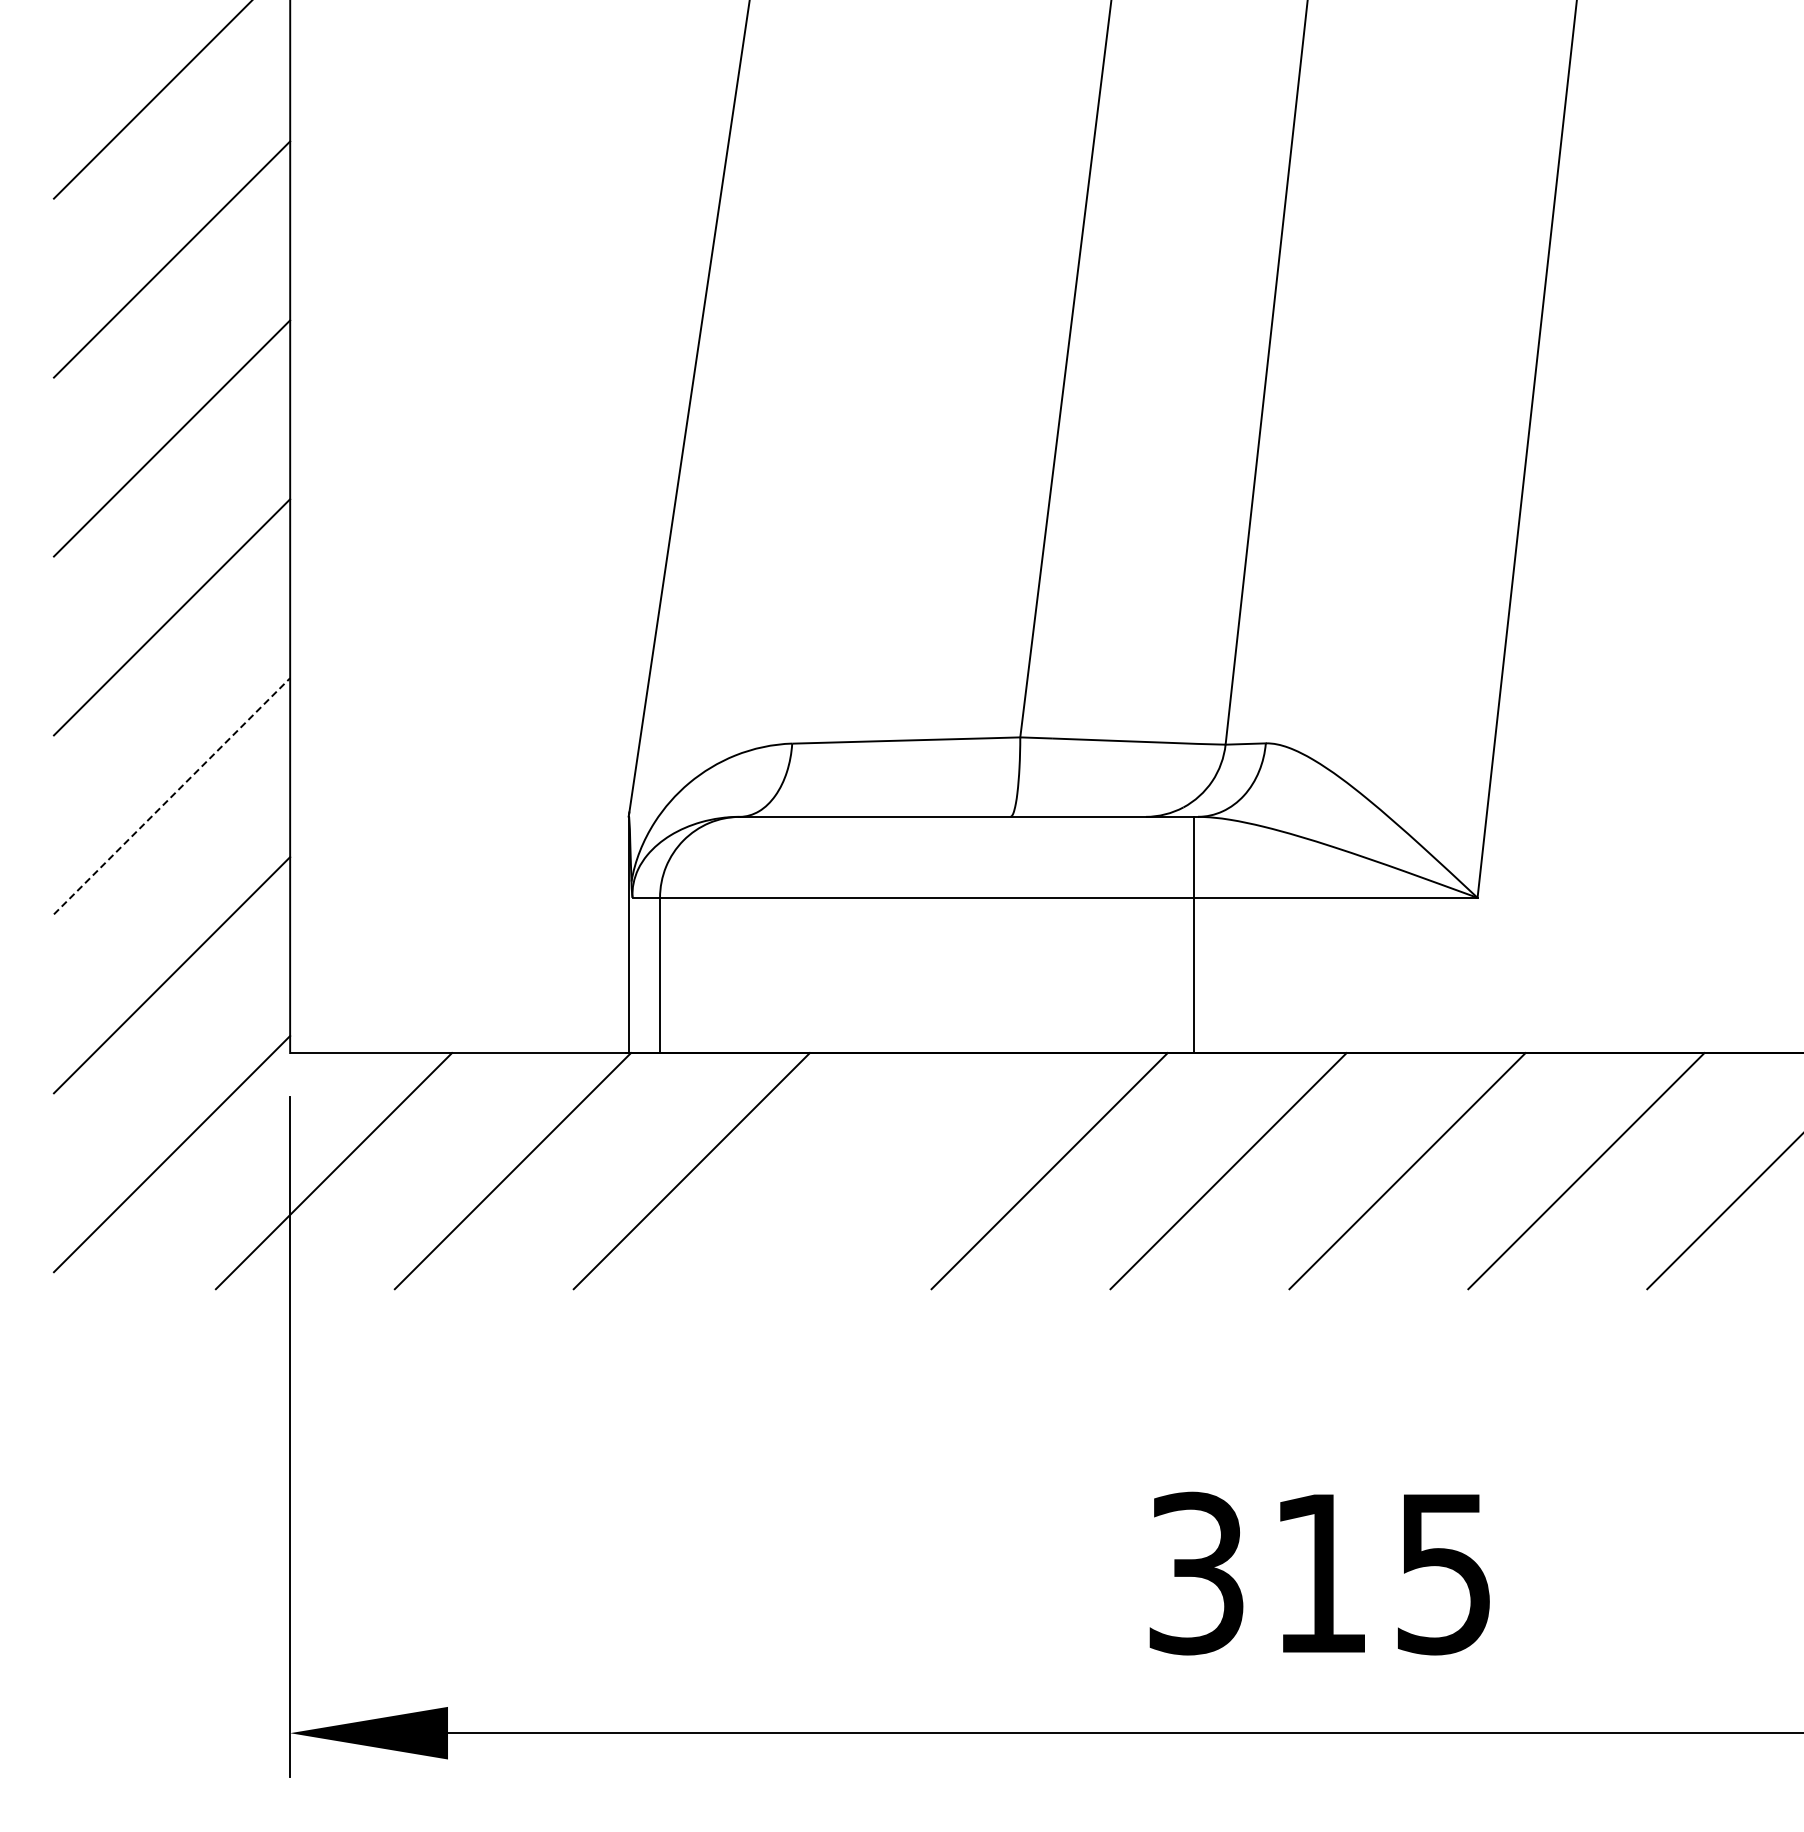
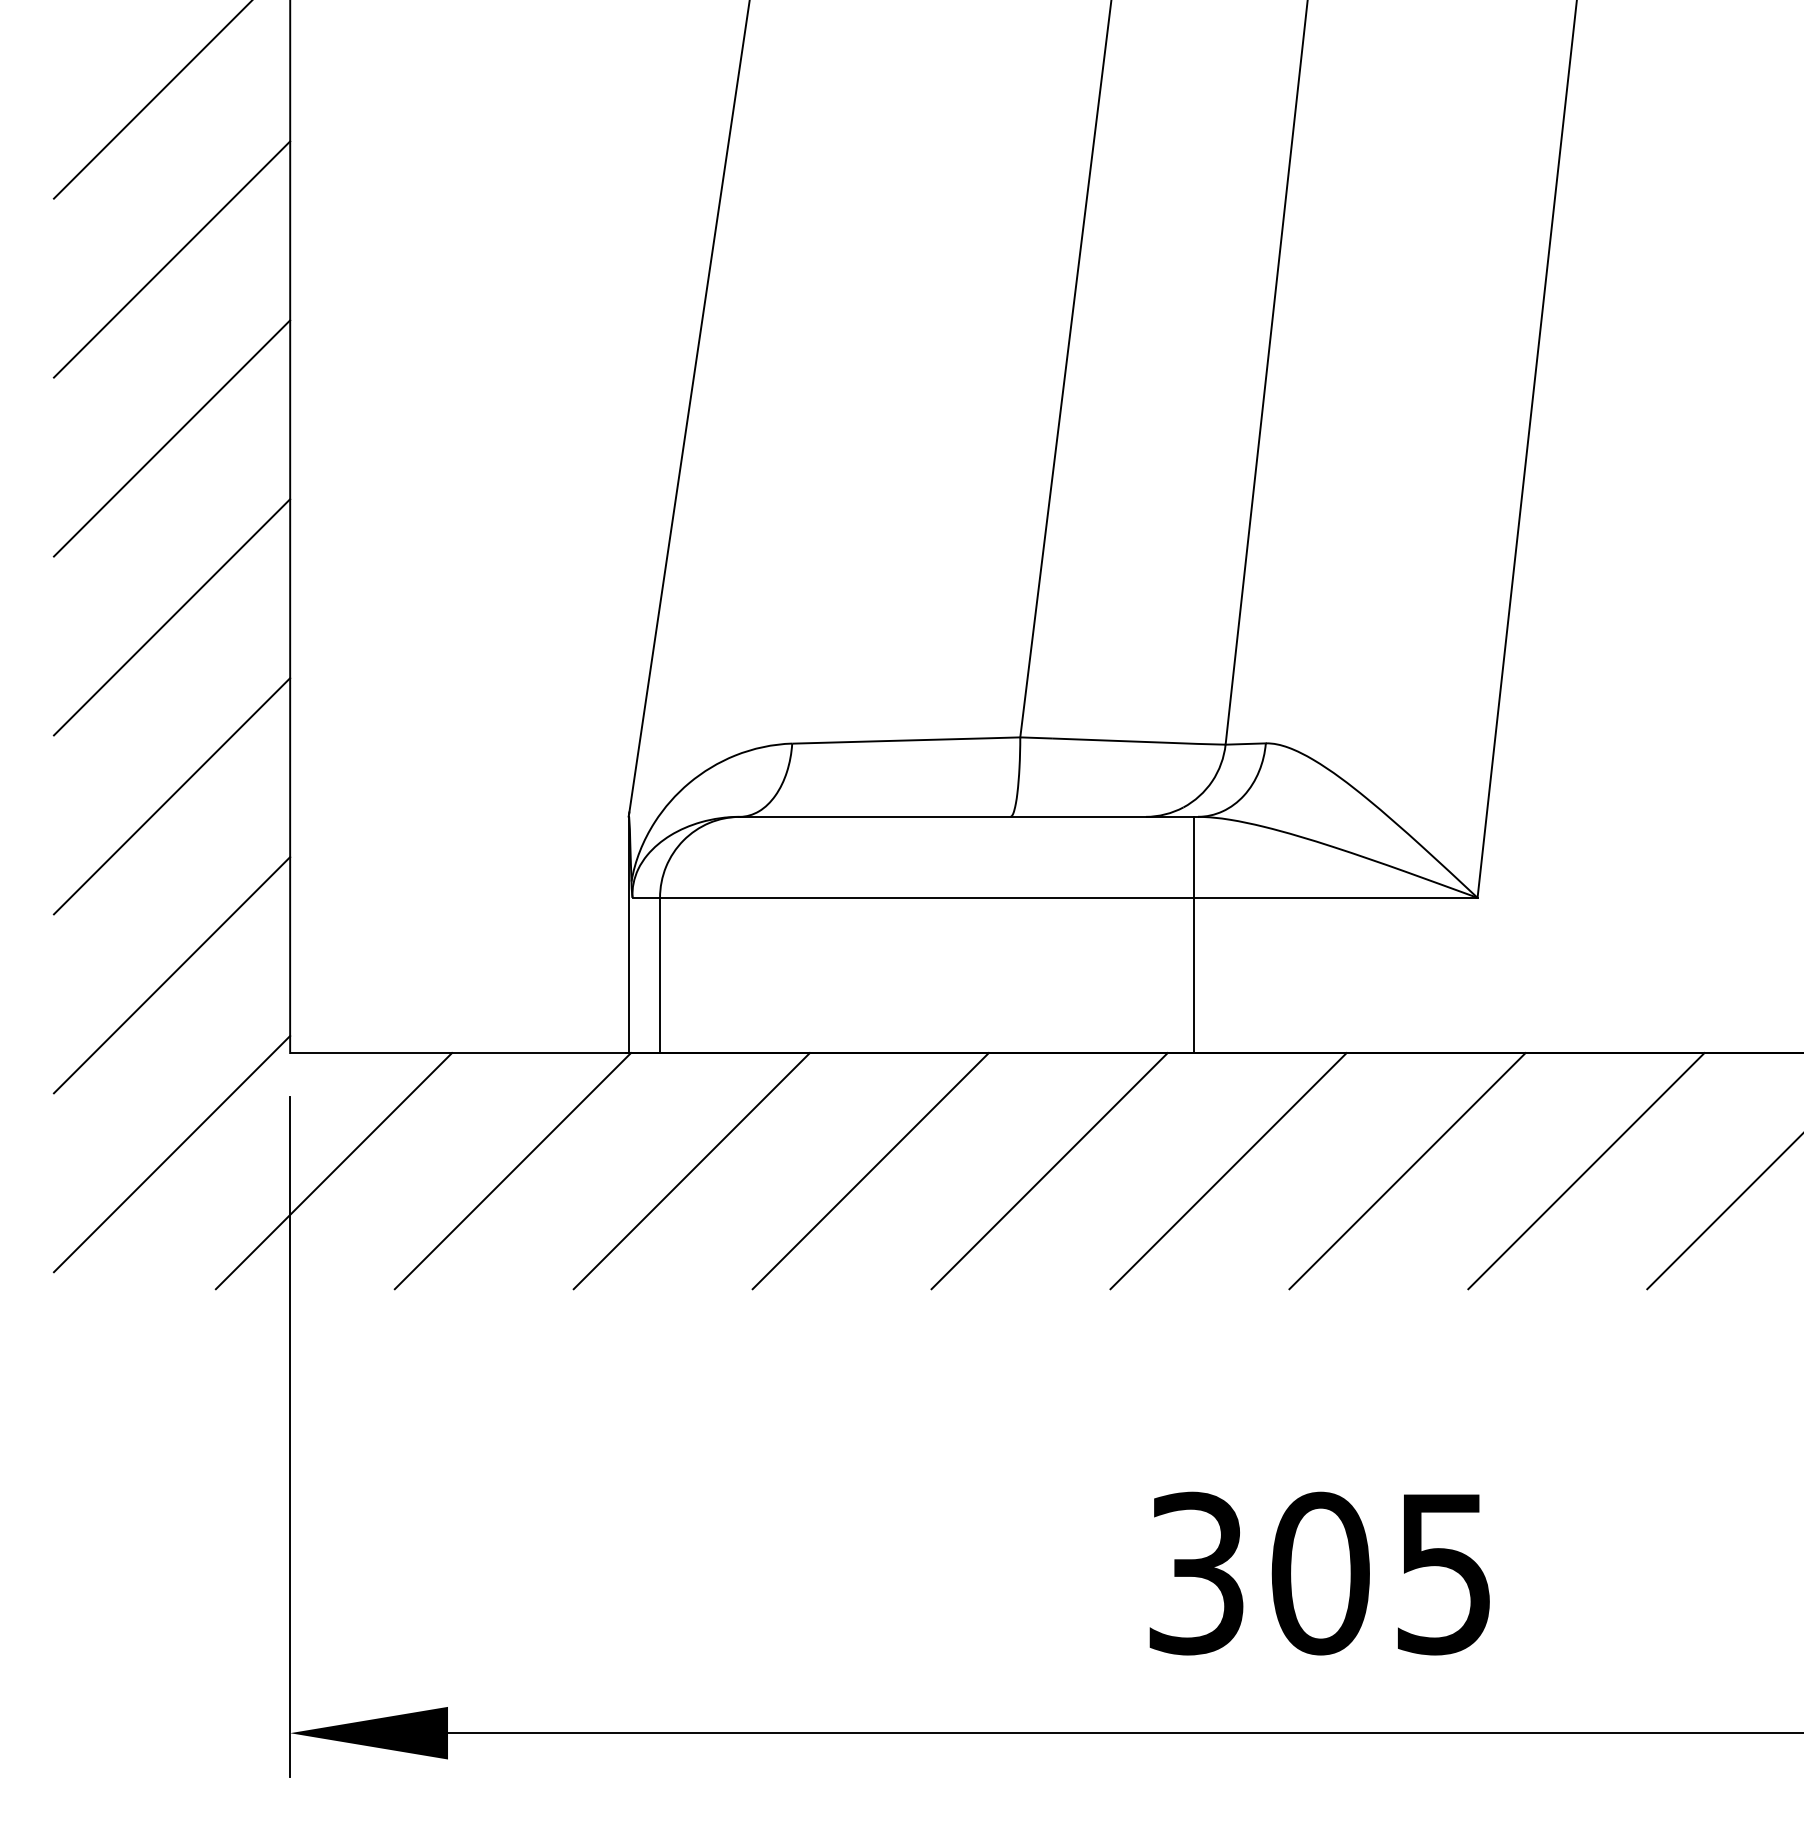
line at (172, 796): dashed -> solid
line at (870, 1171): none -> present
text at (1320, 1573): 315 -> 305
